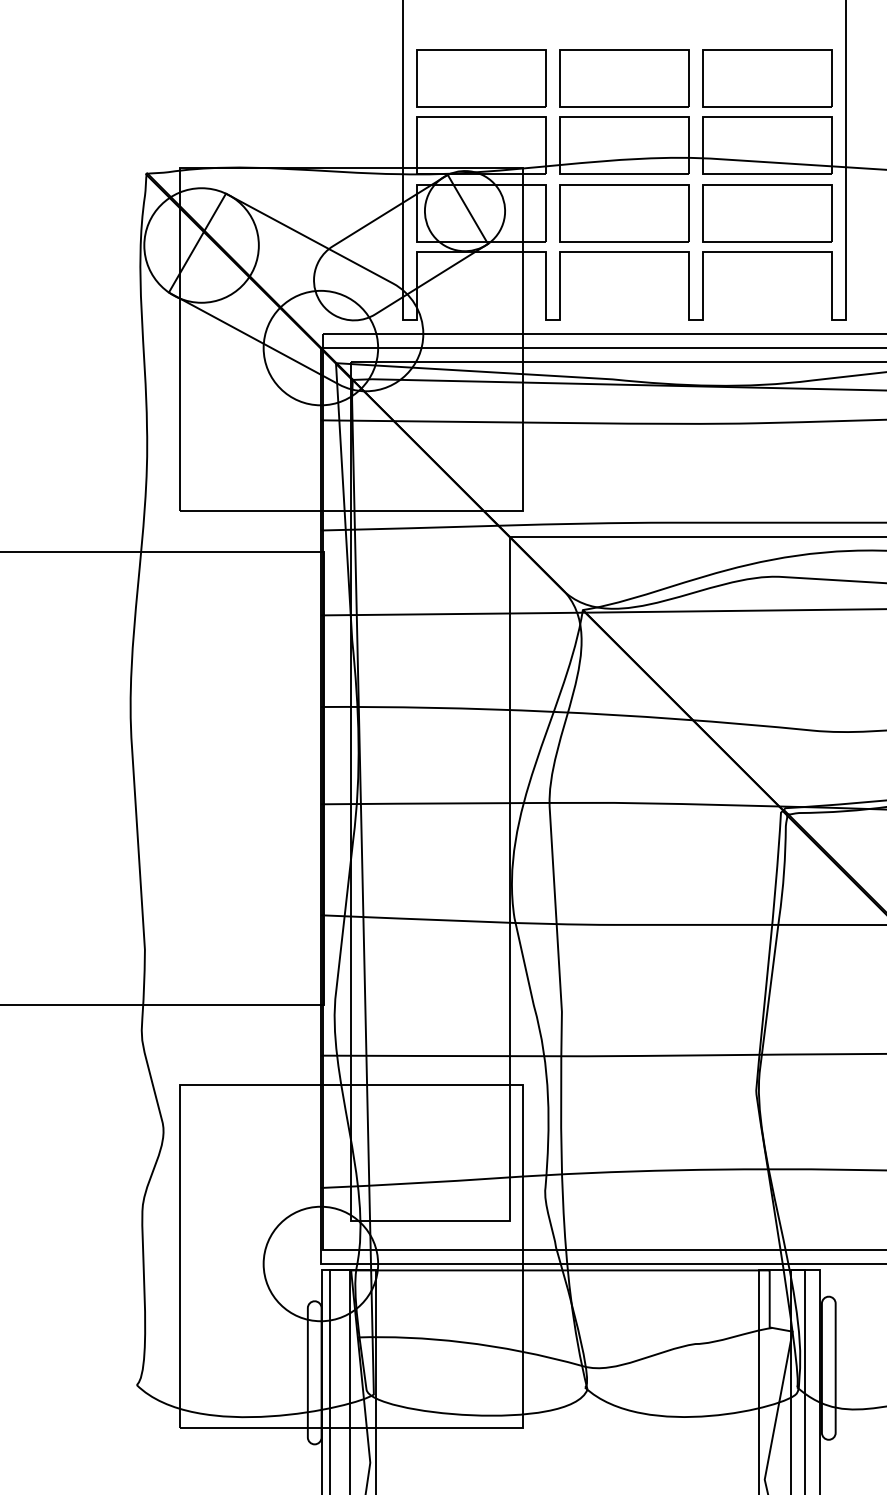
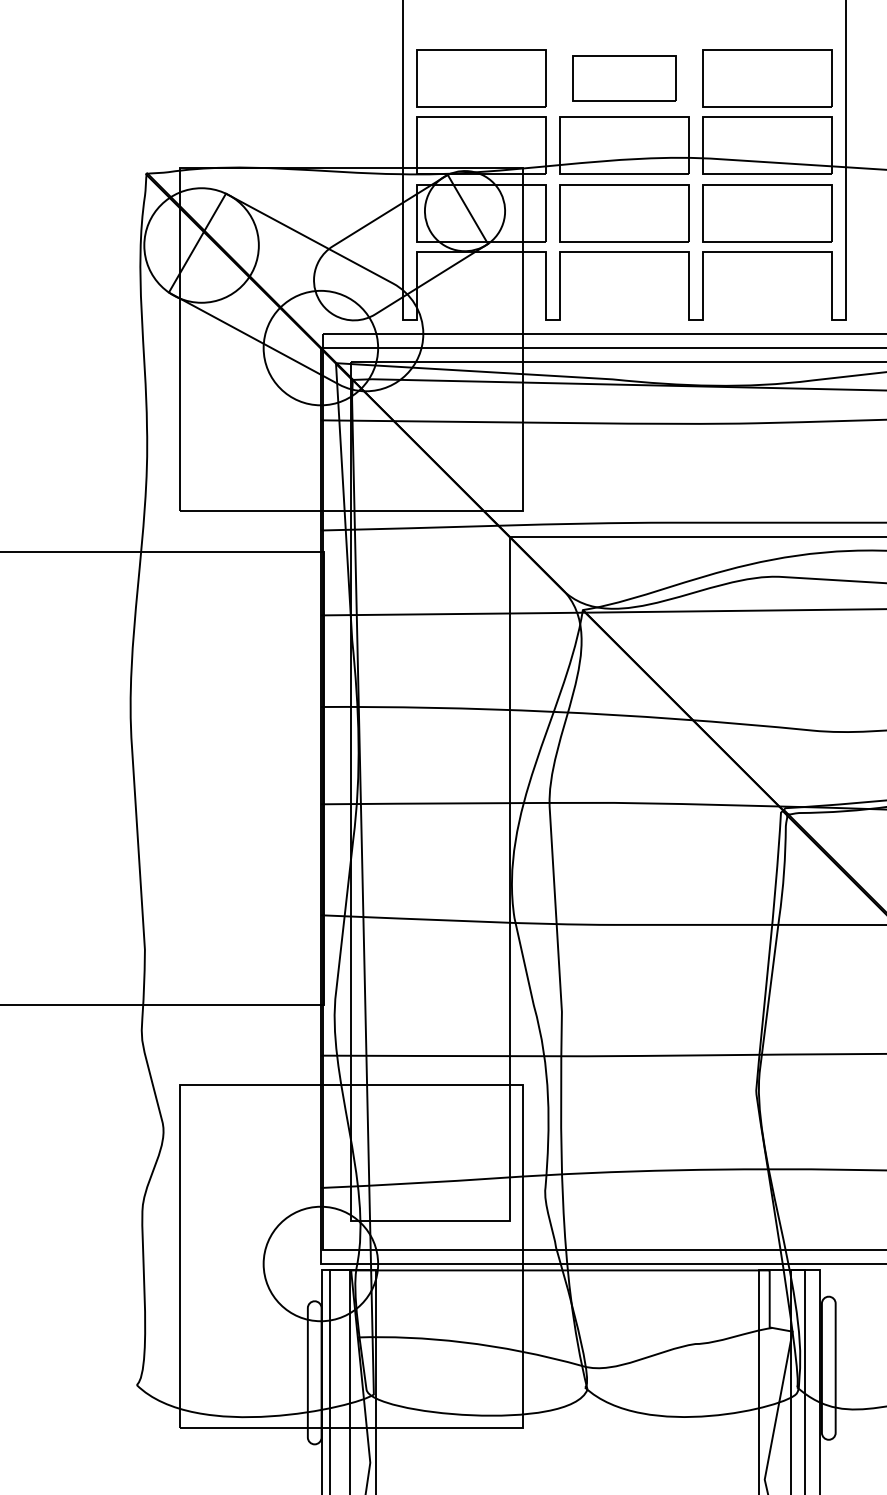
part at (624, 78) size: 131x59 px -> 105x47 px
